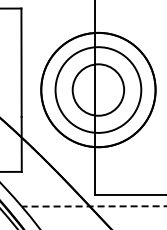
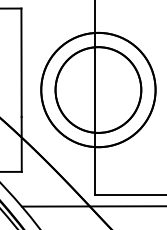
circle at (98, 89) diameter: 51 px -> 86 px
line at (93, 206): dashed -> solid
